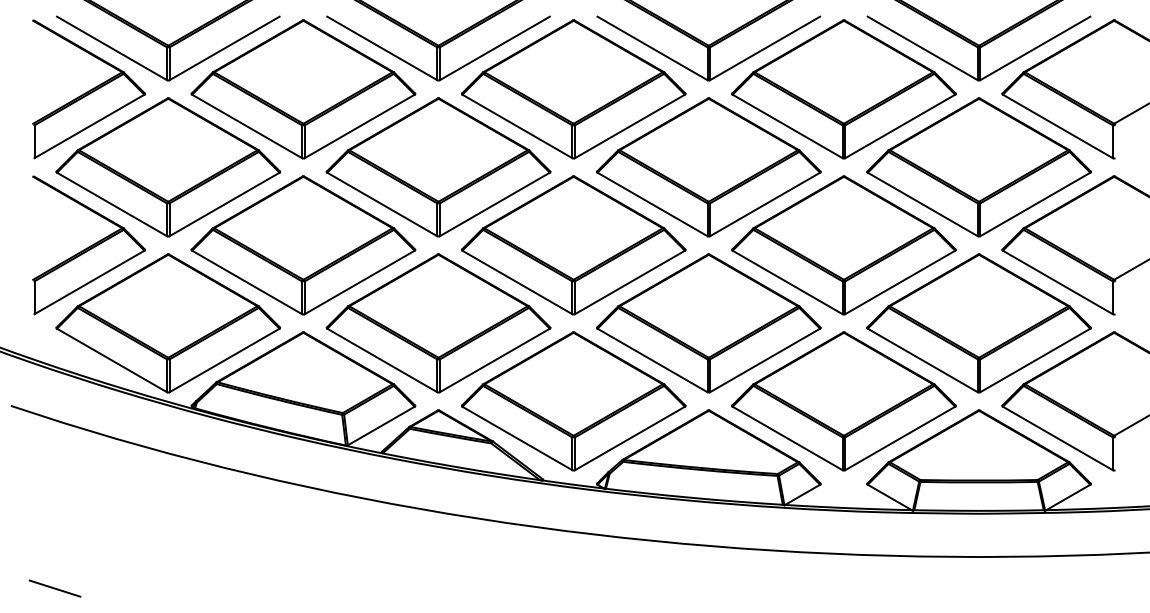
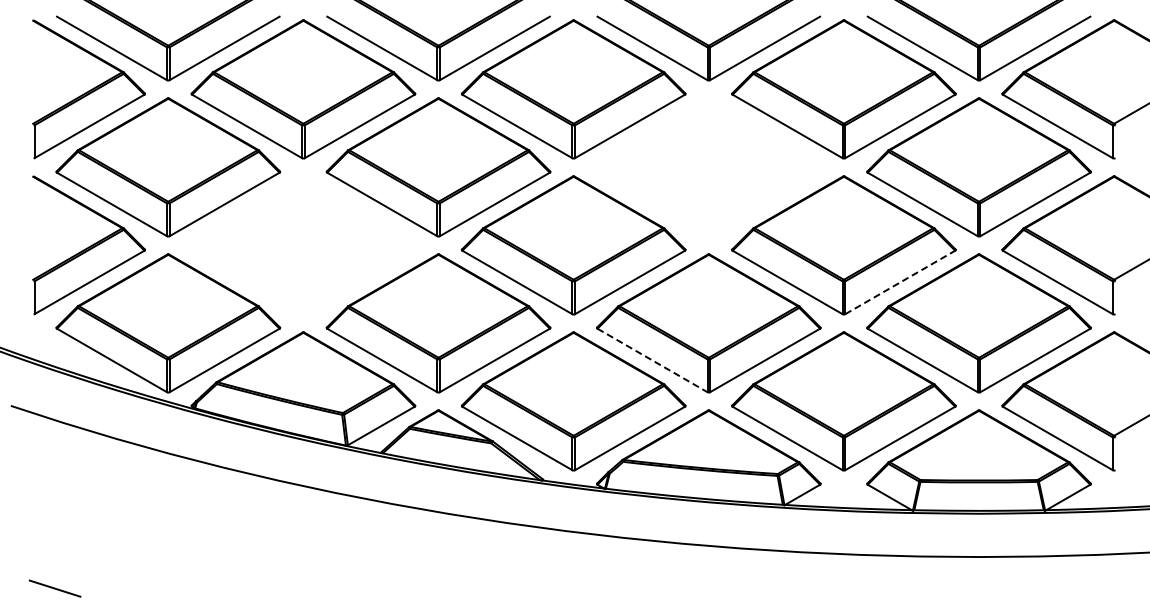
part at (708, 167): present -> none
part at (303, 245): present -> none
line at (900, 282): solid -> dashed
line at (652, 360): solid -> dashed
